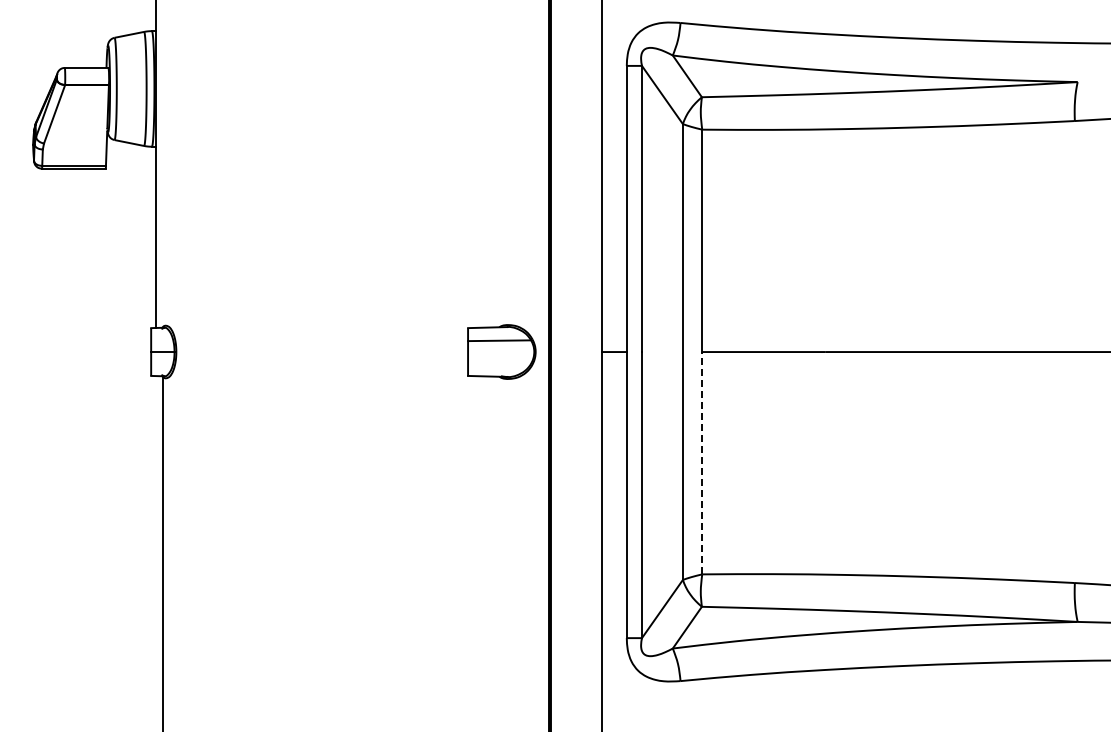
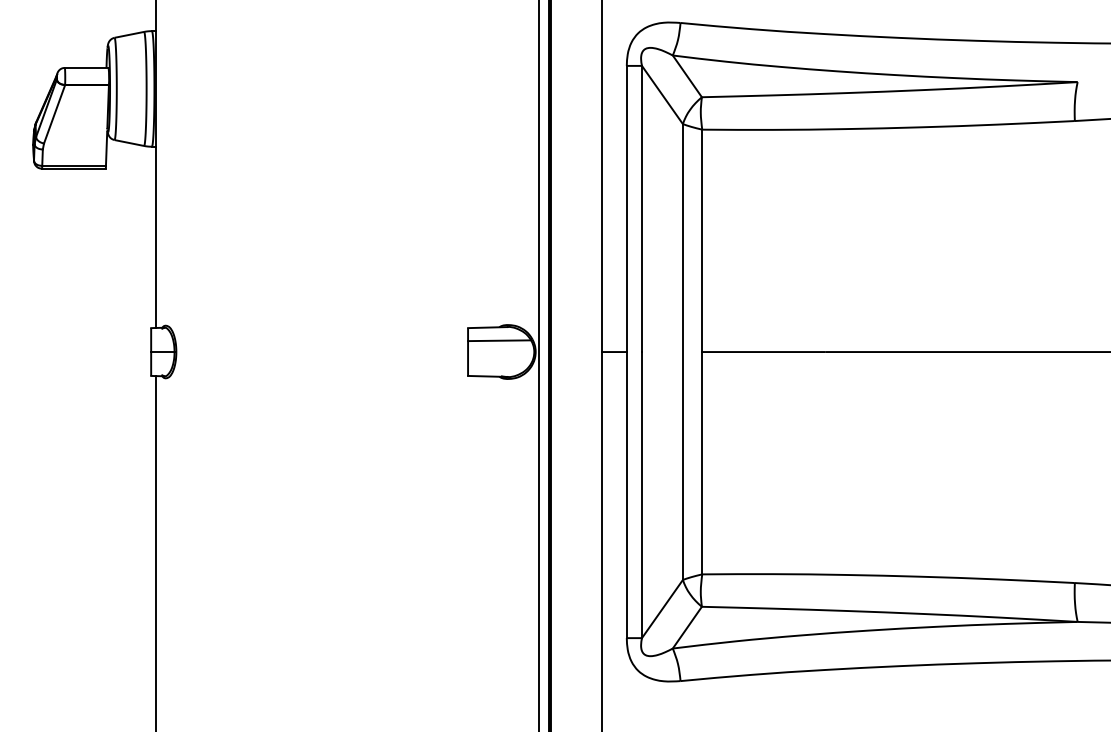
line at (539, 365): none -> present
line at (702, 462): dashed -> solid
line at (163, 552) position: (163, 552) -> (156, 552)
